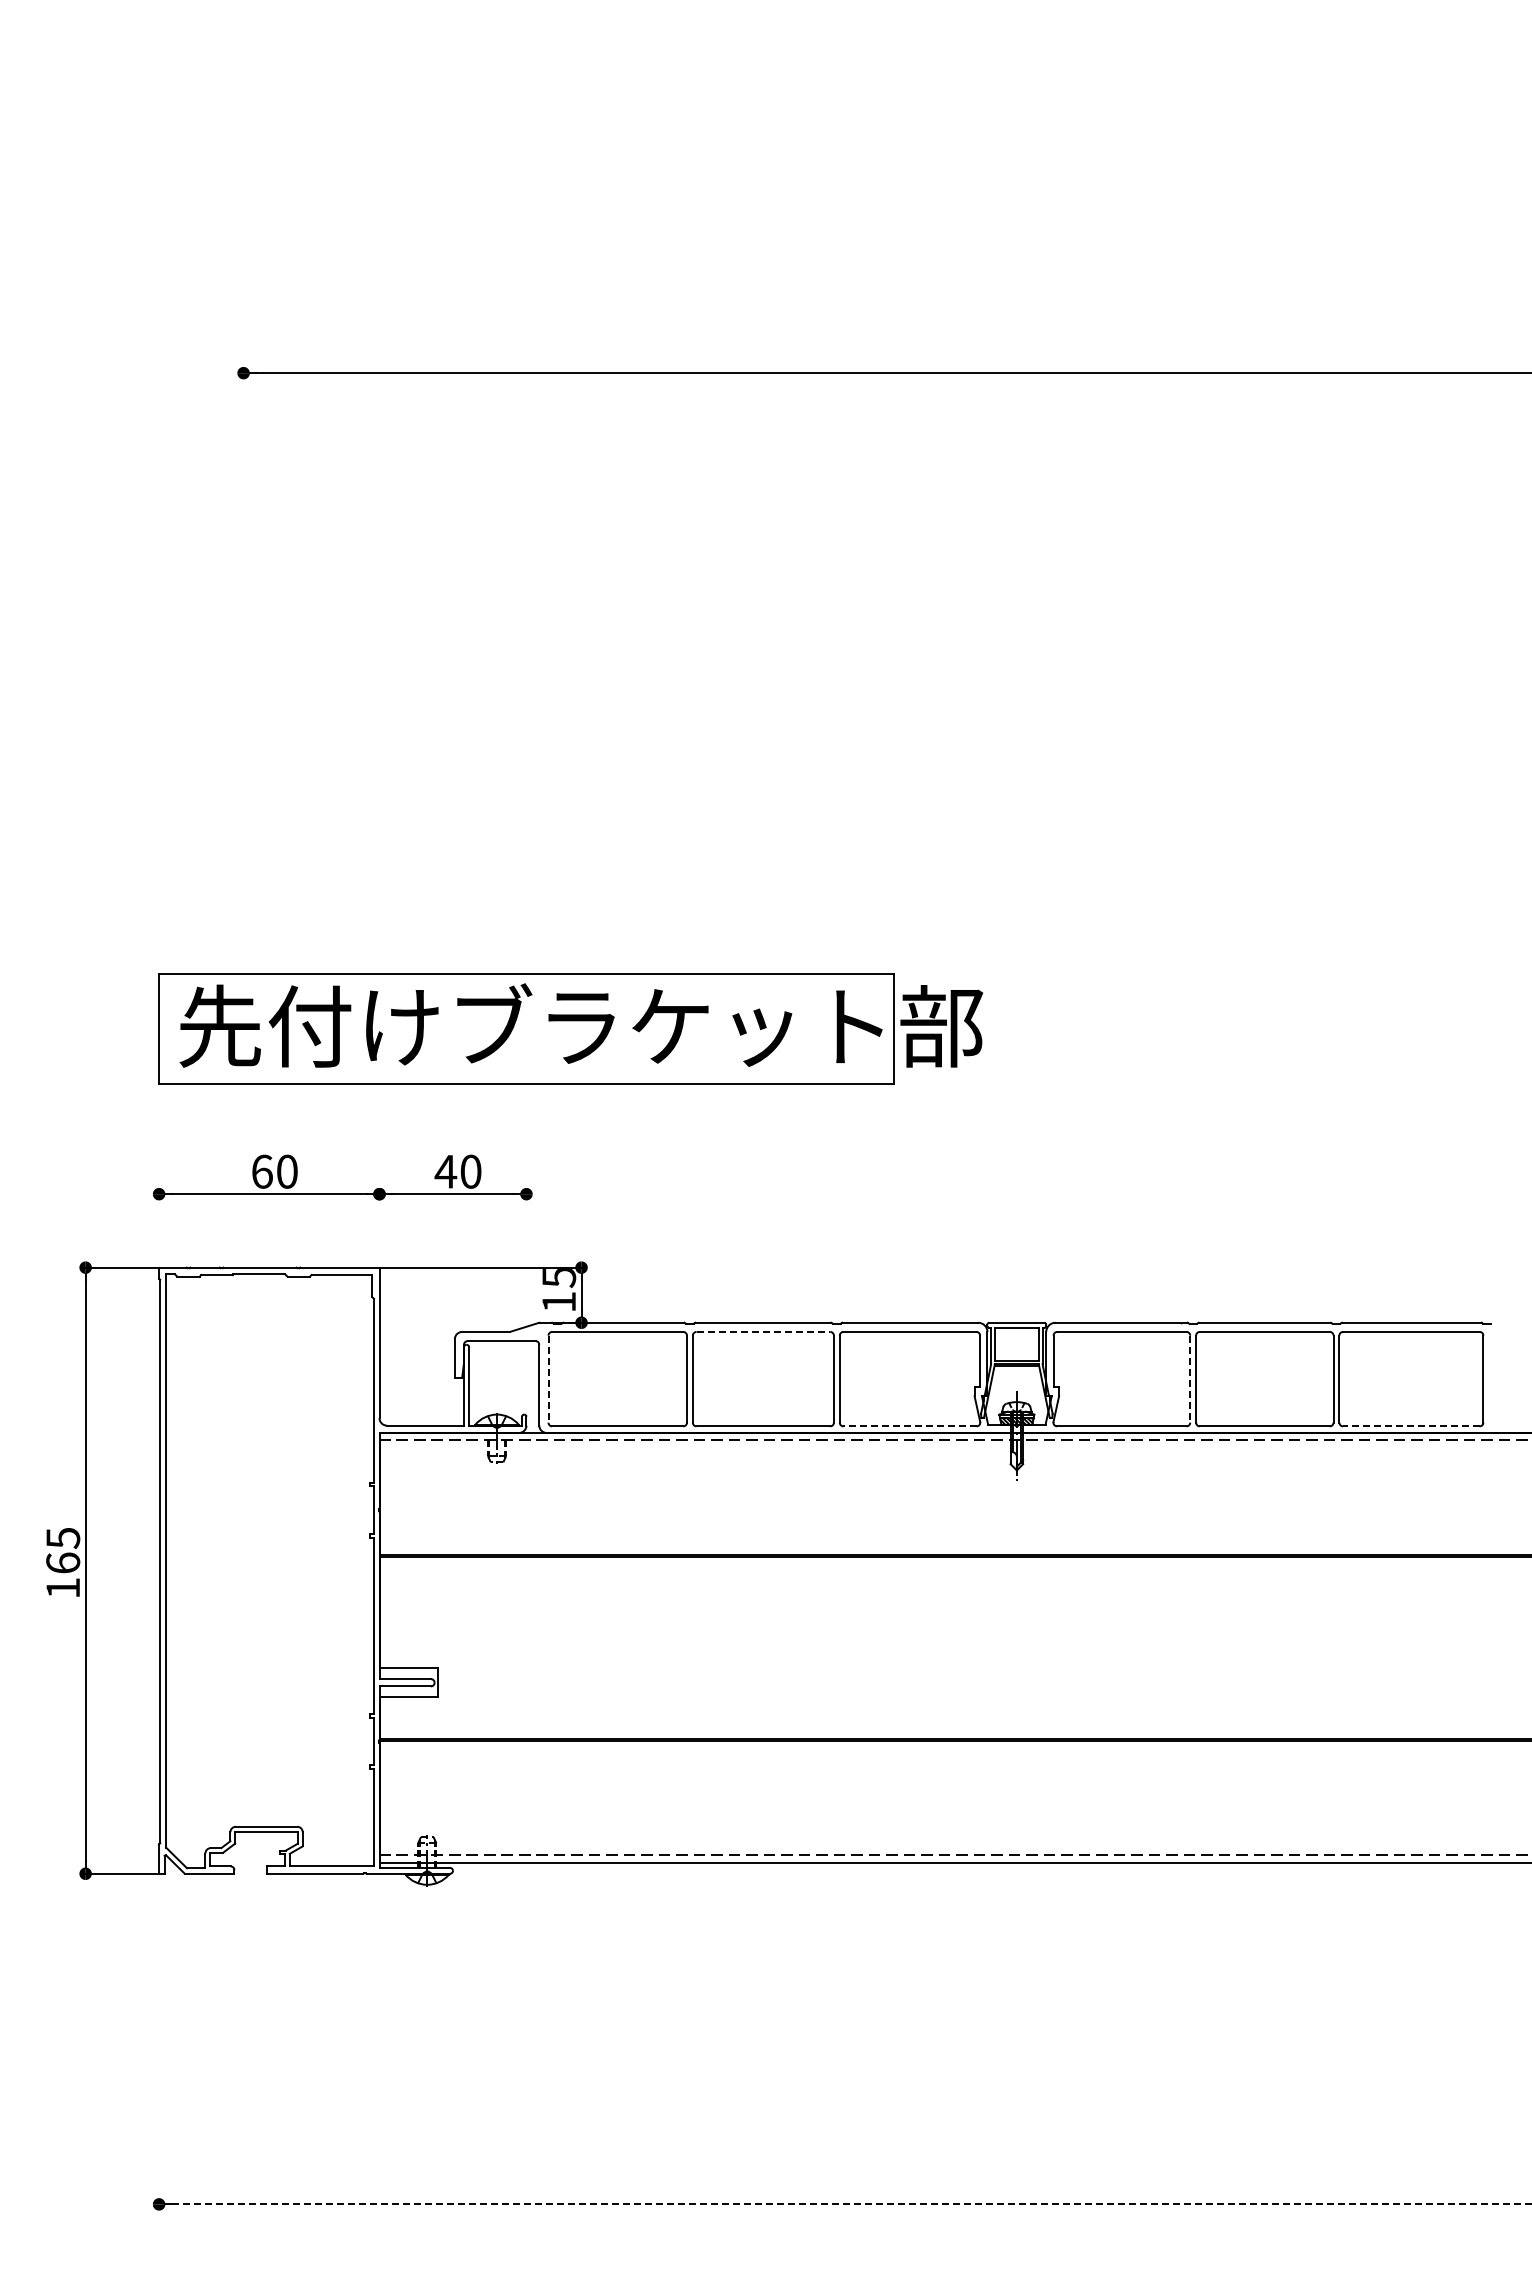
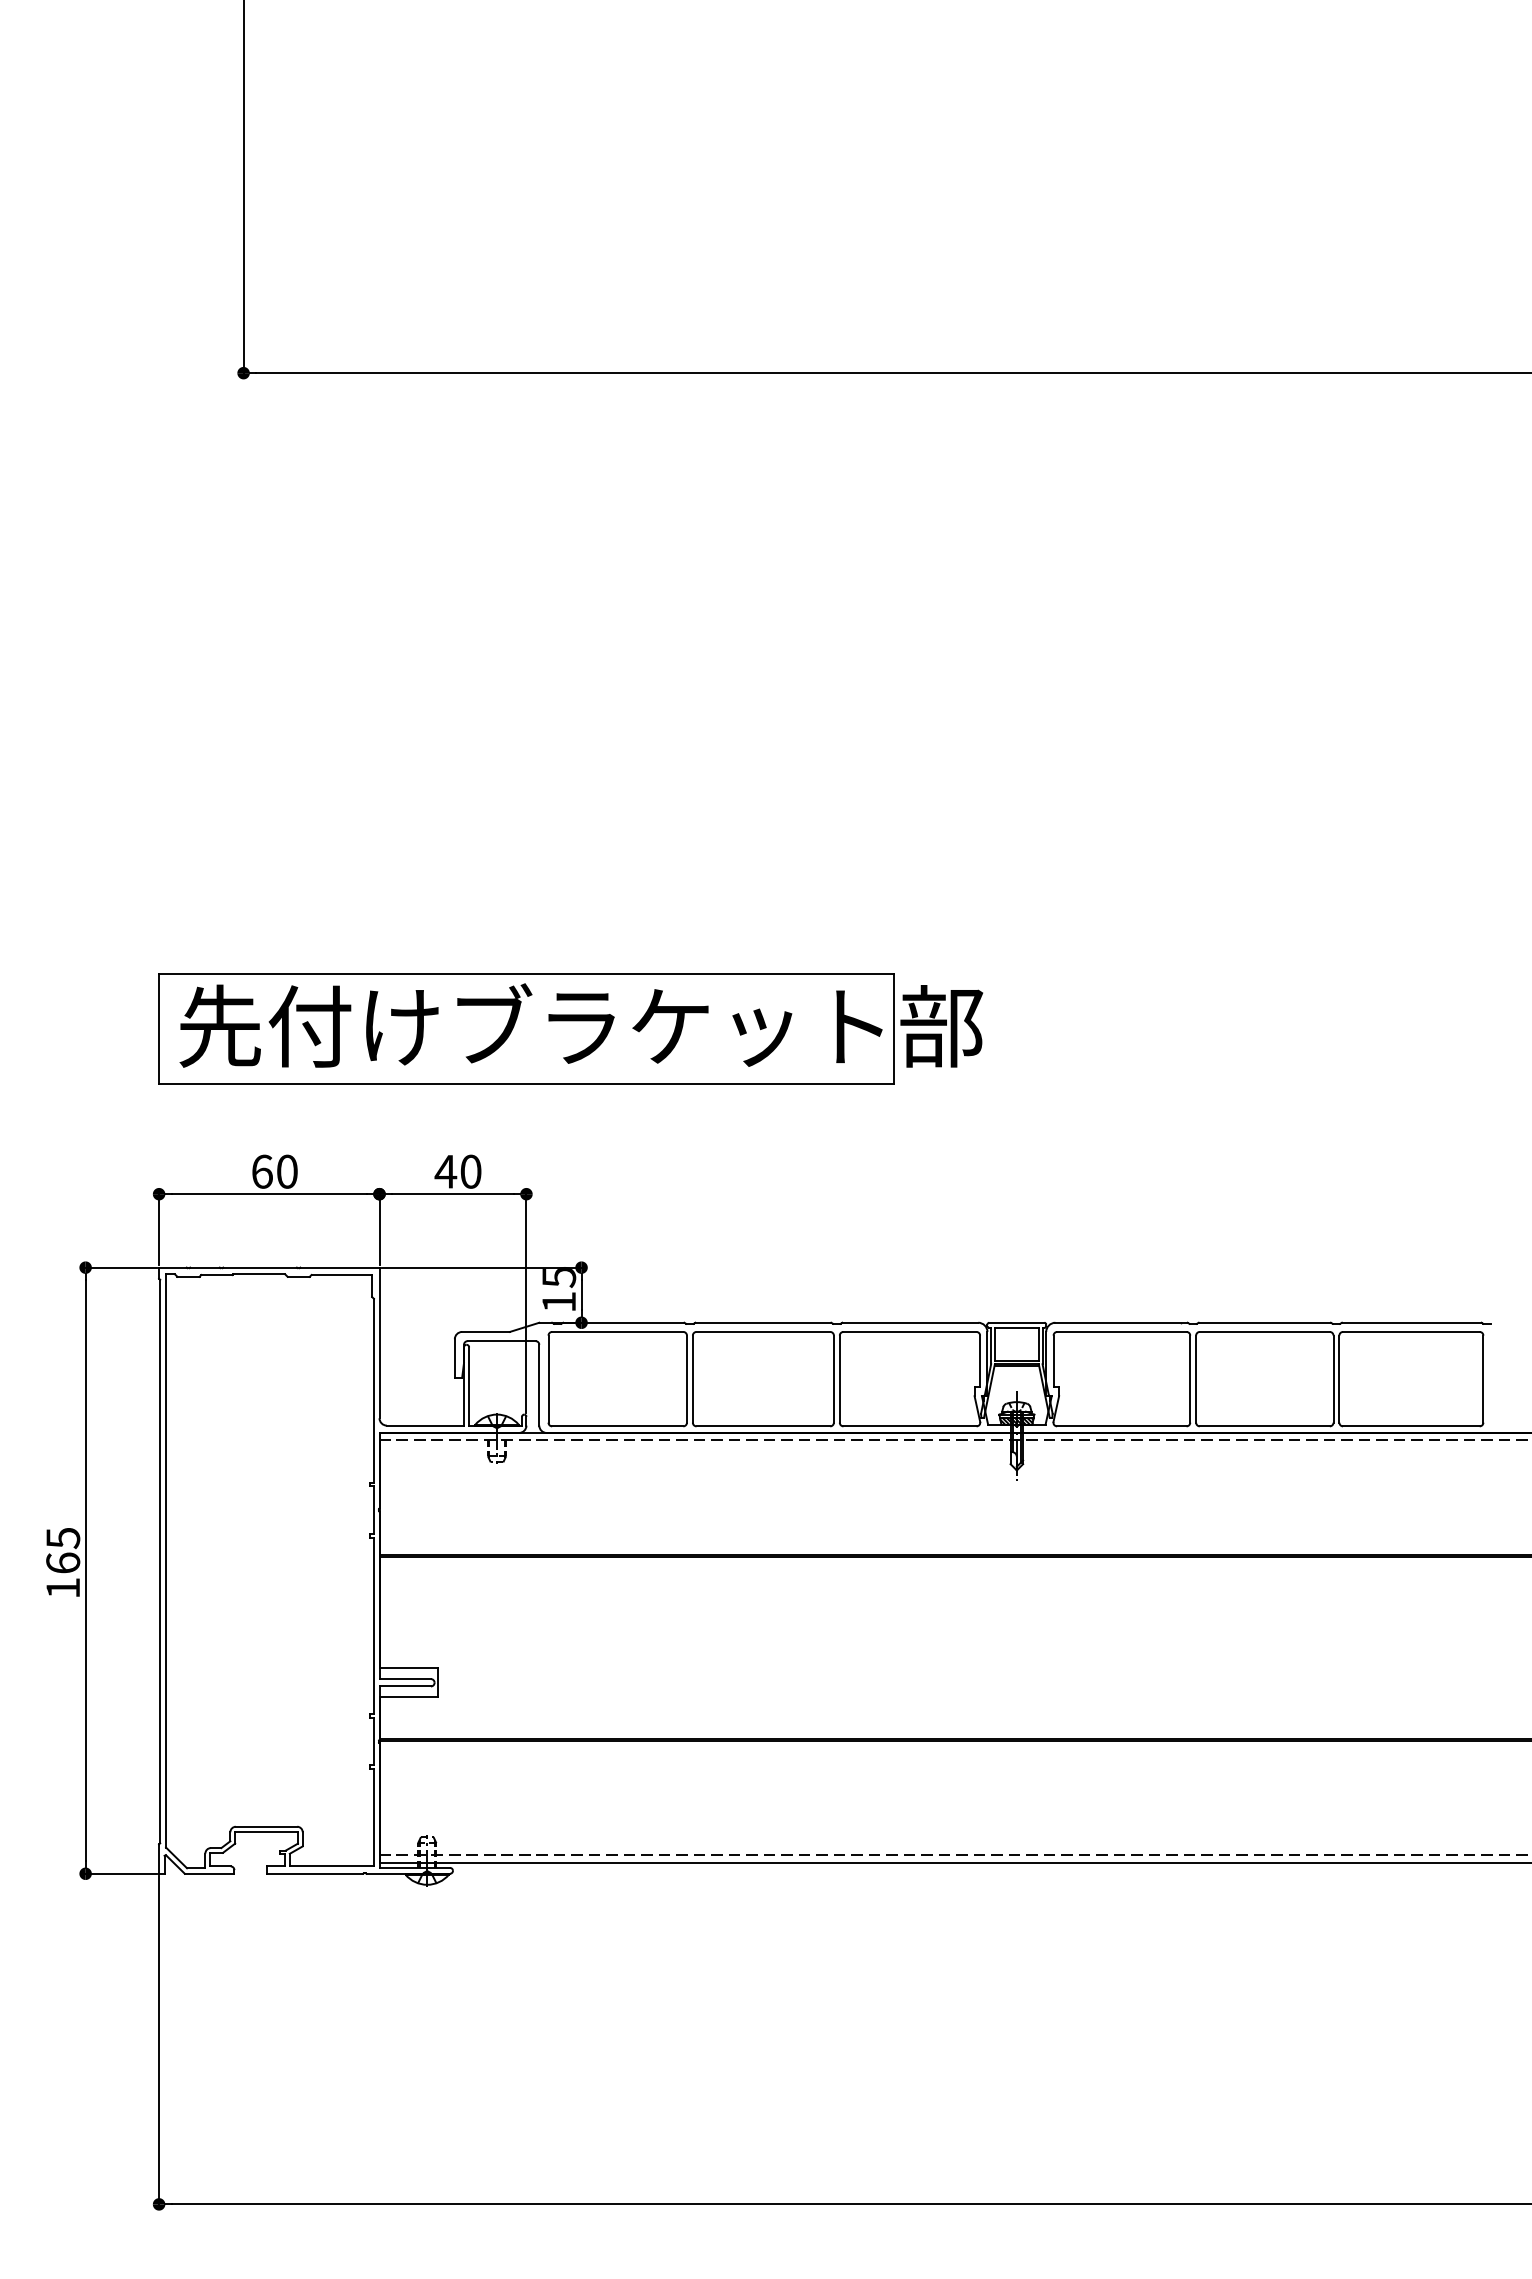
line at (243, 189): none -> present
line at (159, 1227): none -> present
line at (379, 1227): none -> present
line at (526, 1301): none -> present
line at (763, 1331): dashed -> solid
line at (548, 1379): dashed -> solid
line at (1190, 1379): dashed -> solid
line at (910, 1426): dashed -> solid
line at (1410, 1426): dashed -> solid
line at (159, 2042): none -> present
line at (851, 2204): dashed -> solid
